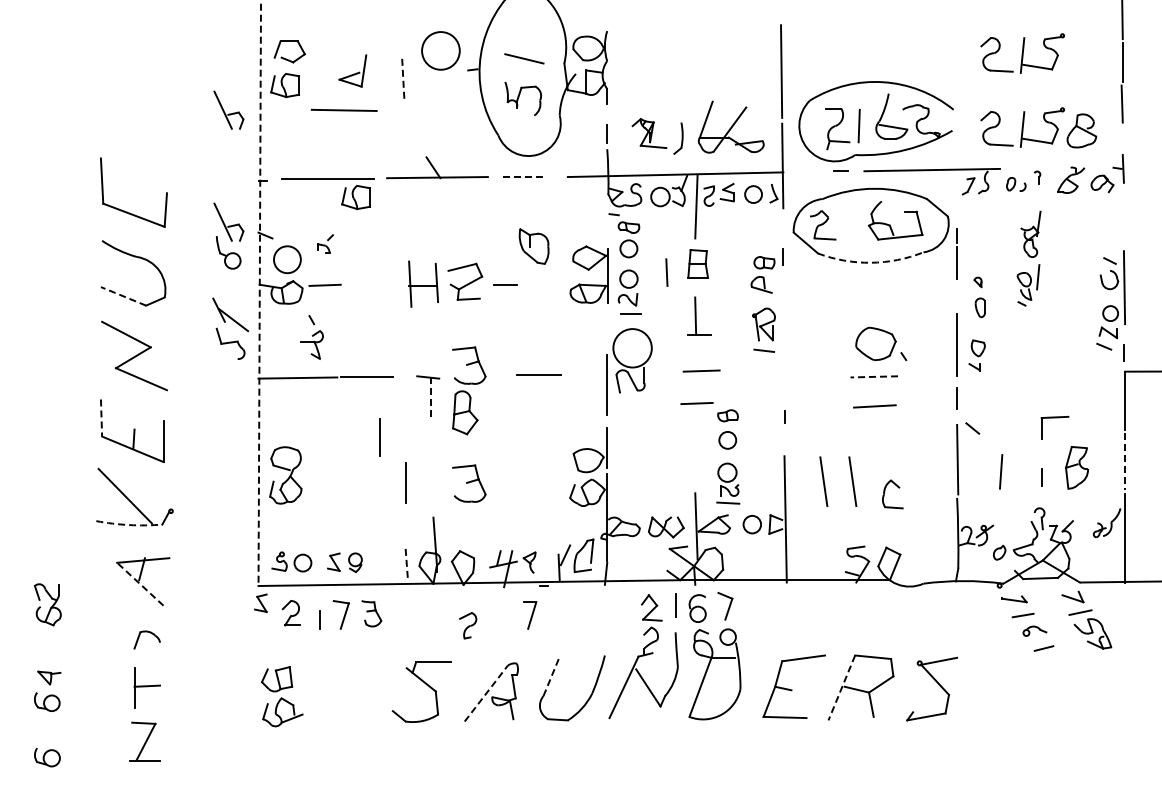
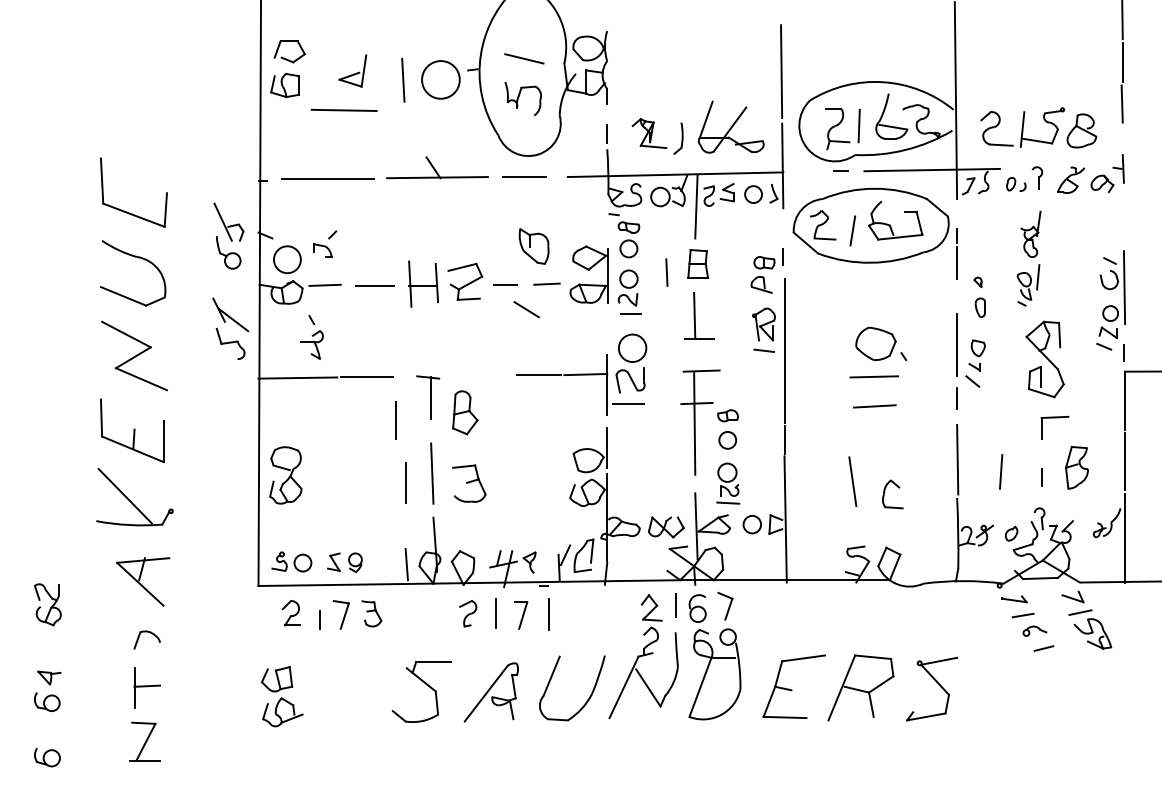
circle at (440, 50) position: (440, 50) -> (440, 79)
part at (1022, 53): present -> none
line at (403, 80): dashed -> solid
line at (955, 100): none -> present
part at (228, 109): present -> none
line at (524, 177): dashed -> solid
part at (1037, 177) size: 9x15 px -> 13x24 px
part at (355, 197): present -> none
line at (852, 230): none -> present
part at (325, 243) size: 17x20 px -> 25x28 px
arc at (870, 262): dashed -> solid
line at (546, 283): none -> present
line at (374, 285): none -> present
line at (259, 293): dashed -> solid
line at (123, 296): dashed -> solid
line at (526, 309): none -> present
part at (699, 315) size: 25x40 px -> 31x48 px
line at (784, 343): none -> present
circle at (632, 348) diameter: 38 px -> 27 px
part at (1044, 359): none -> present
part at (469, 365): present -> none
line at (585, 374): none -> present
line at (874, 376): dashed -> solid
line at (431, 398): dashed -> solid
line at (628, 404): none -> present
line at (101, 418): dashed -> solid
line at (694, 423): none -> present
line at (972, 428) position: (972, 428) -> (972, 381)
line at (379, 437) position: (379, 437) -> (395, 420)
line at (784, 439): none -> present
line at (1125, 461): dashed -> solid
line at (432, 473): none -> present
line at (823, 481): present -> none
arc at (129, 525): dashed -> solid
part at (999, 552) position: (999, 552) -> (1011, 533)
line at (406, 564): dashed -> solid
line at (140, 584): dashed -> solid
part at (260, 602): present -> none
line at (496, 612): none -> present
line at (549, 614): none -> present
part at (530, 615) position: (530, 615) -> (521, 615)
part at (468, 625) position: (468, 625) -> (468, 613)
line at (551, 675): dashed -> solid
line at (841, 688): dashed -> solid
line at (486, 693): dashed -> solid
